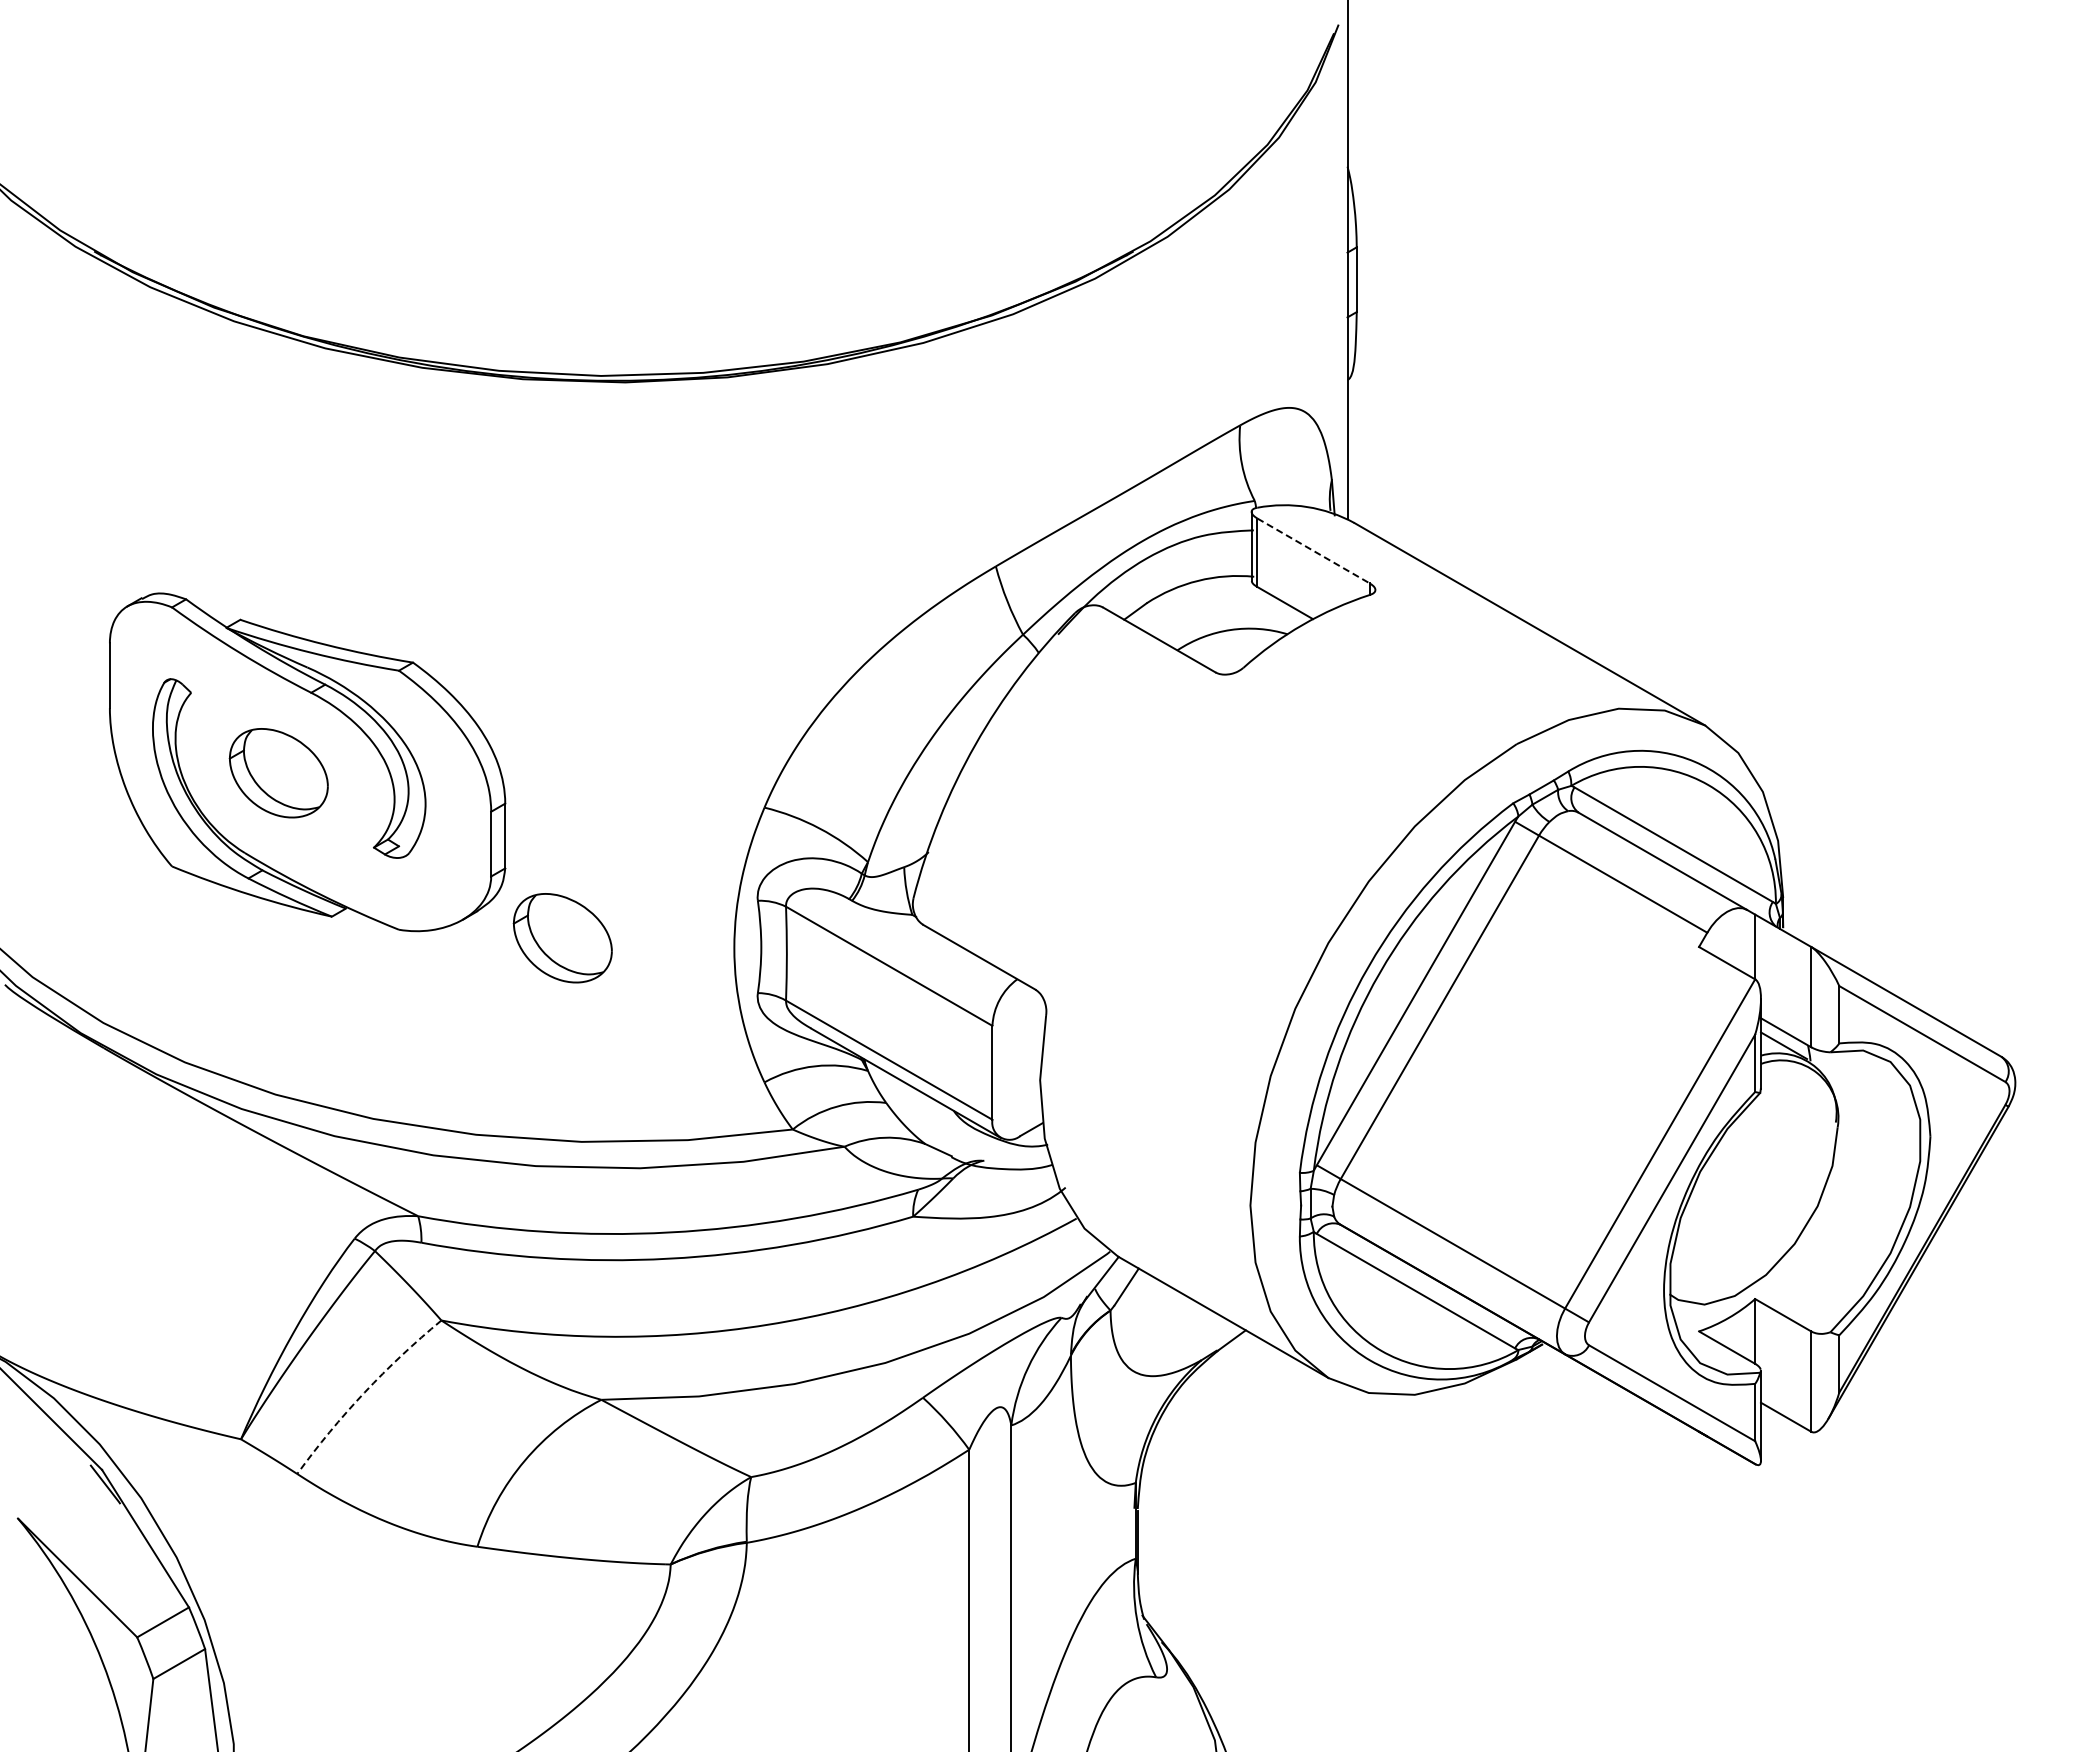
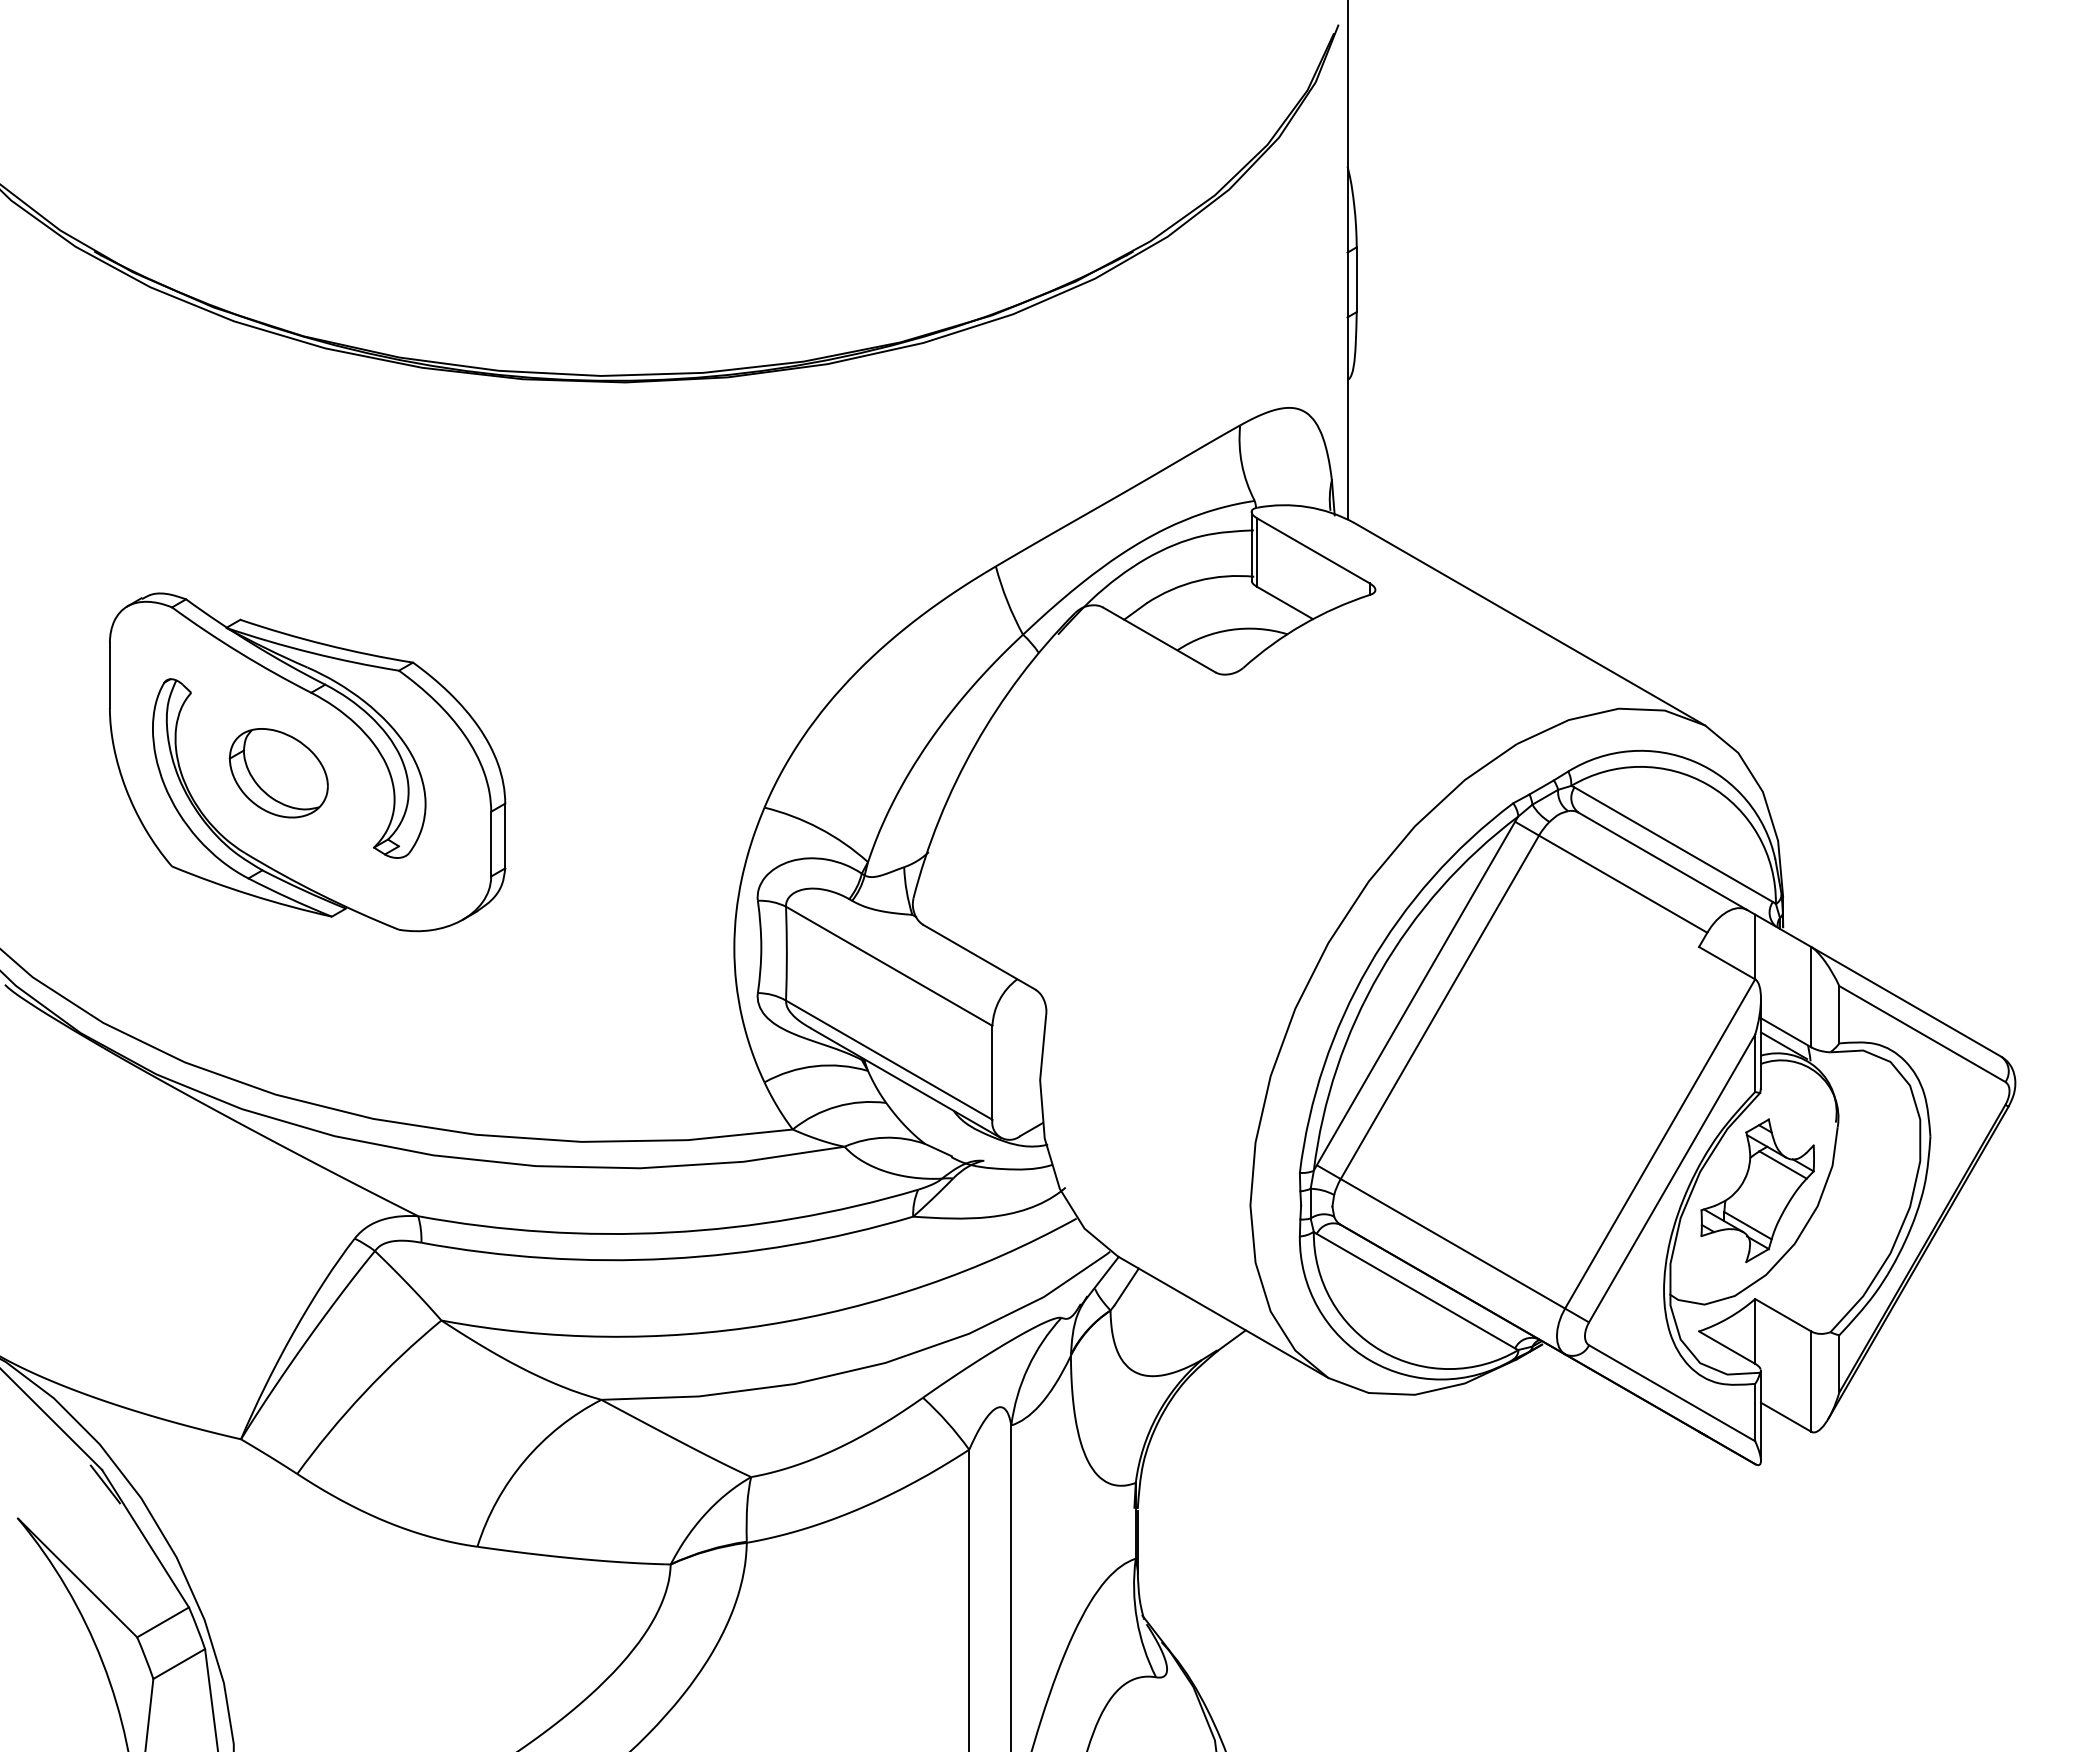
line at (1313, 550): dashed -> solid
part at (562, 938): present -> none
part at (1757, 1190): none -> present
arc at (364, 1392): dashed -> solid
